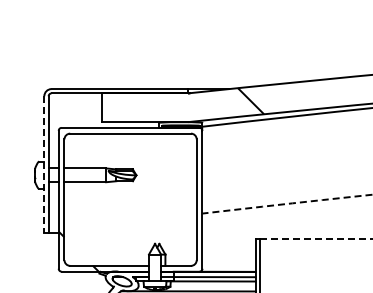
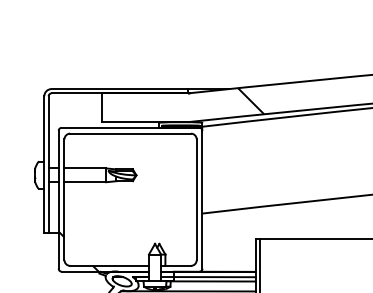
line at (44, 165): dashed -> solid
arc at (287, 203): dashed -> solid
line at (316, 238): dashed -> solid
